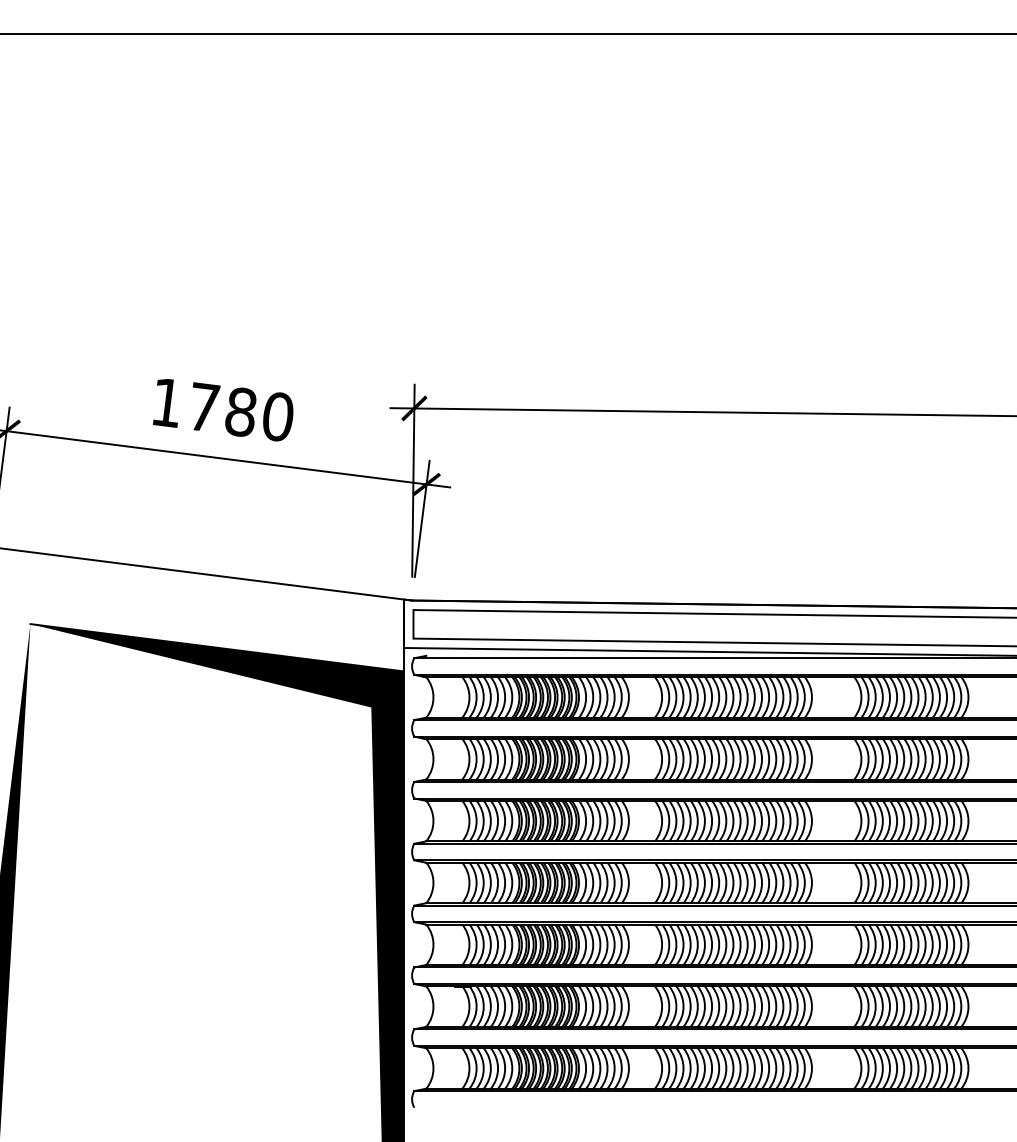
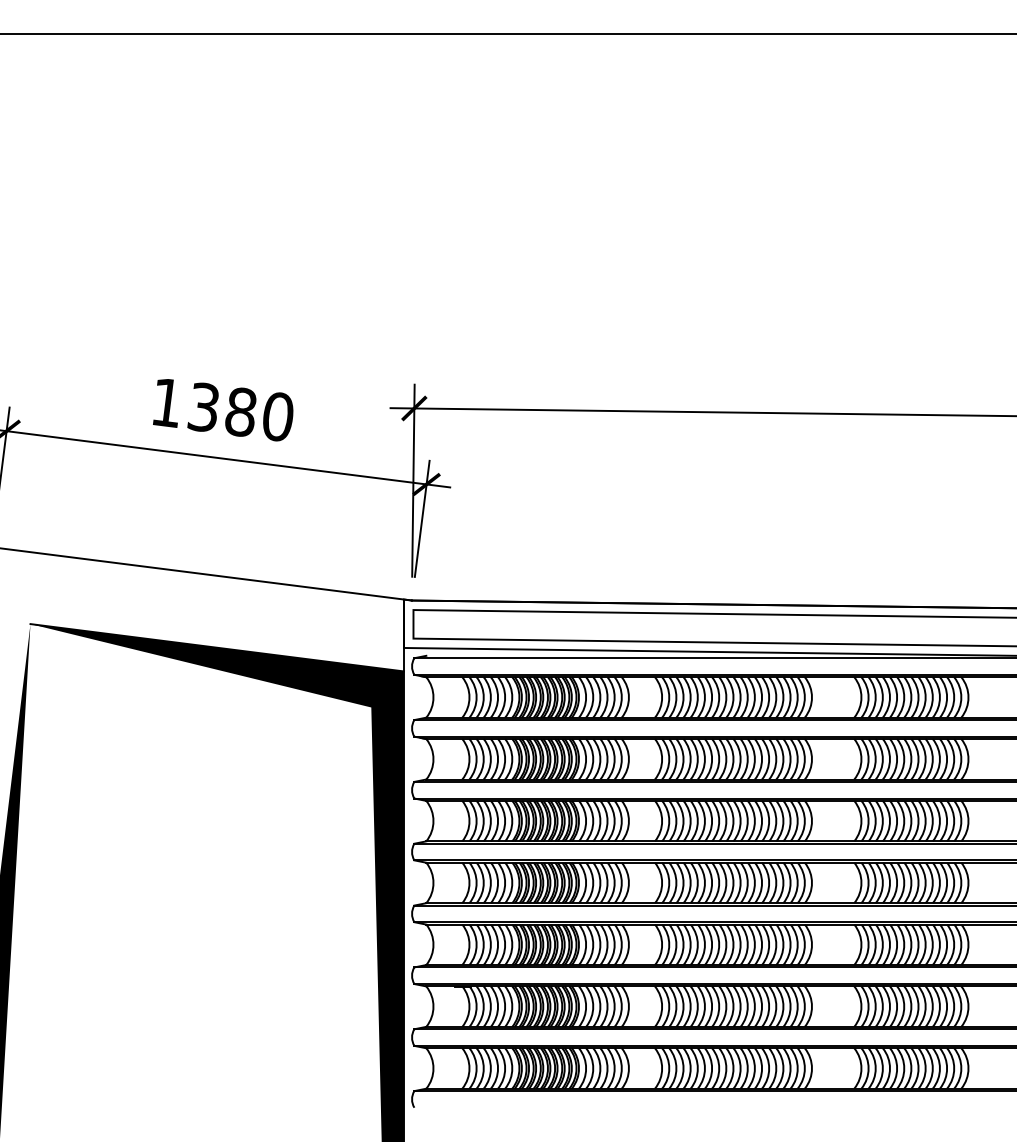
text at (203, 406): 1780 -> 1380
